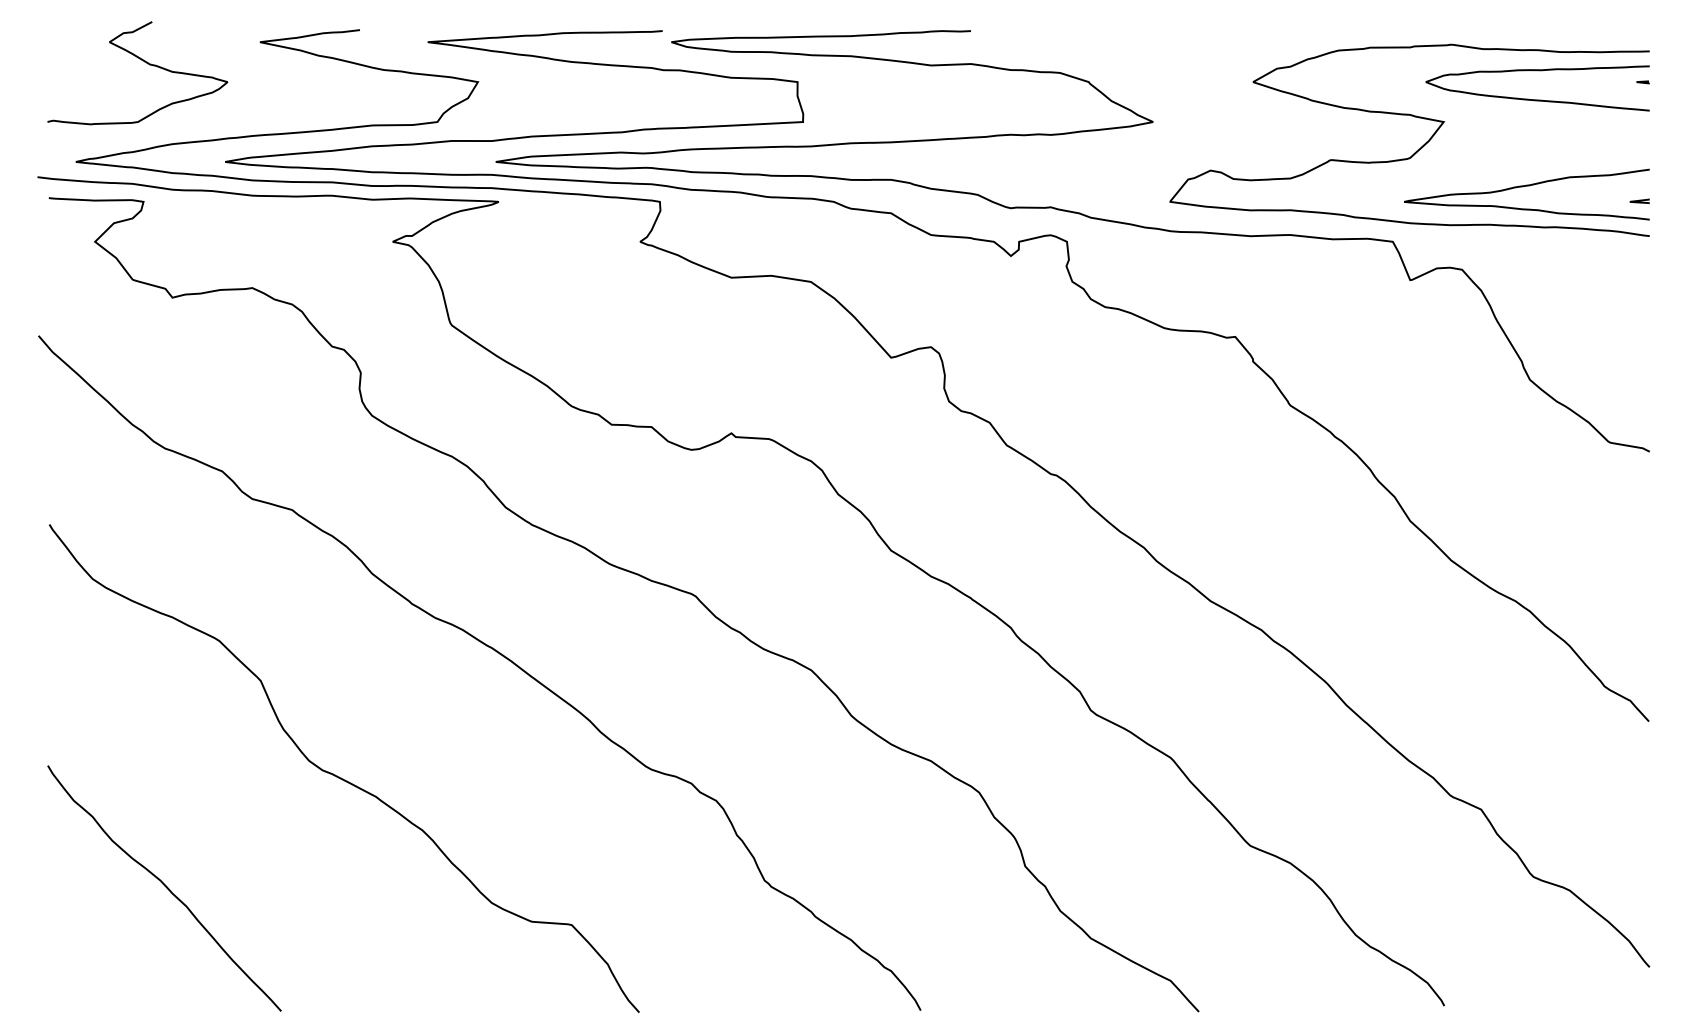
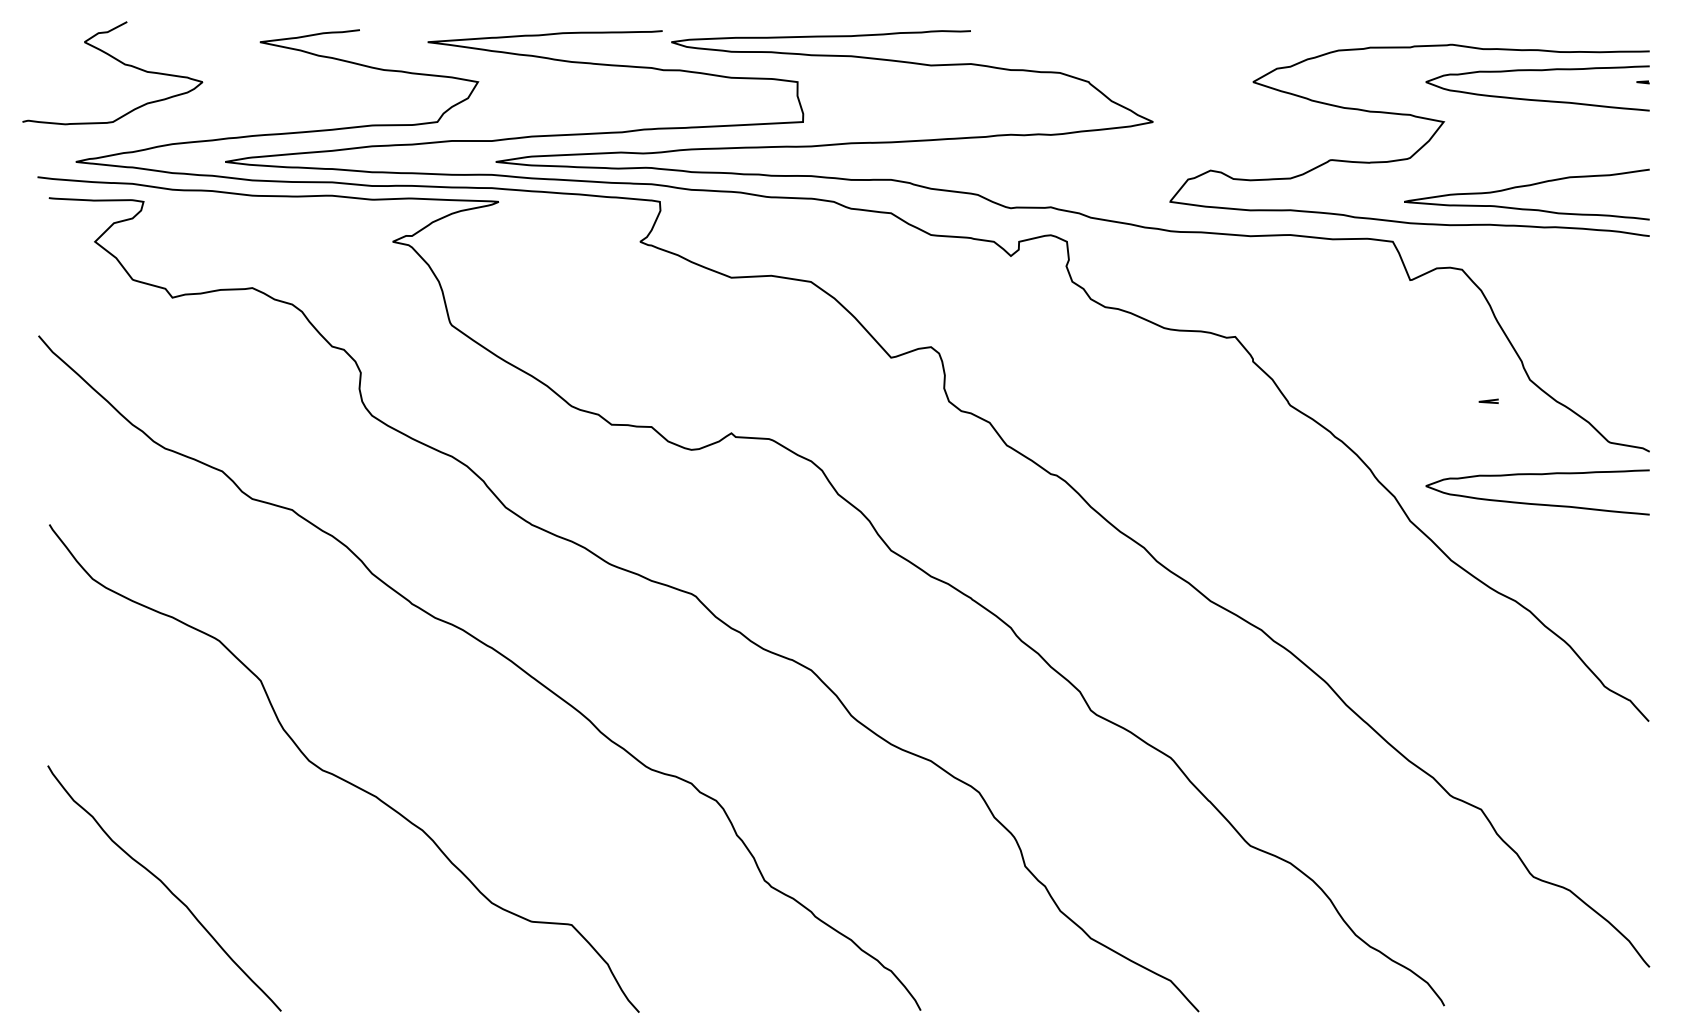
curve at (144, 62) position: (144, 62) -> (119, 62)
line at (1639, 200) position: (1639, 200) -> (1488, 400)
curve at (1537, 503): none -> present
